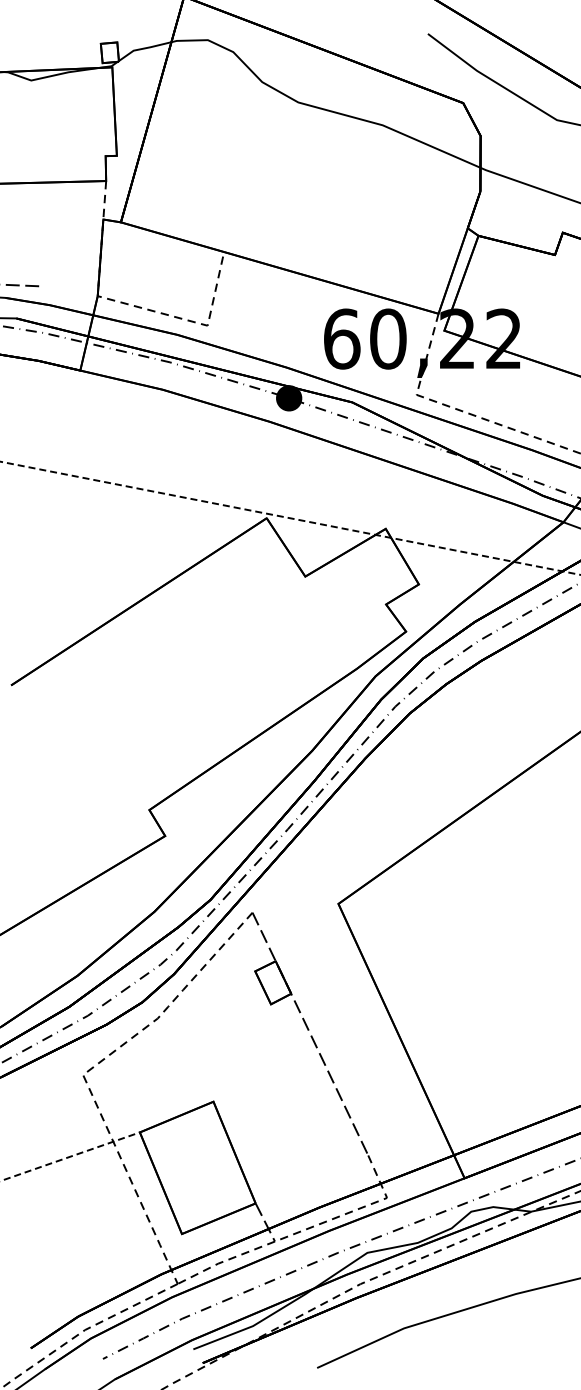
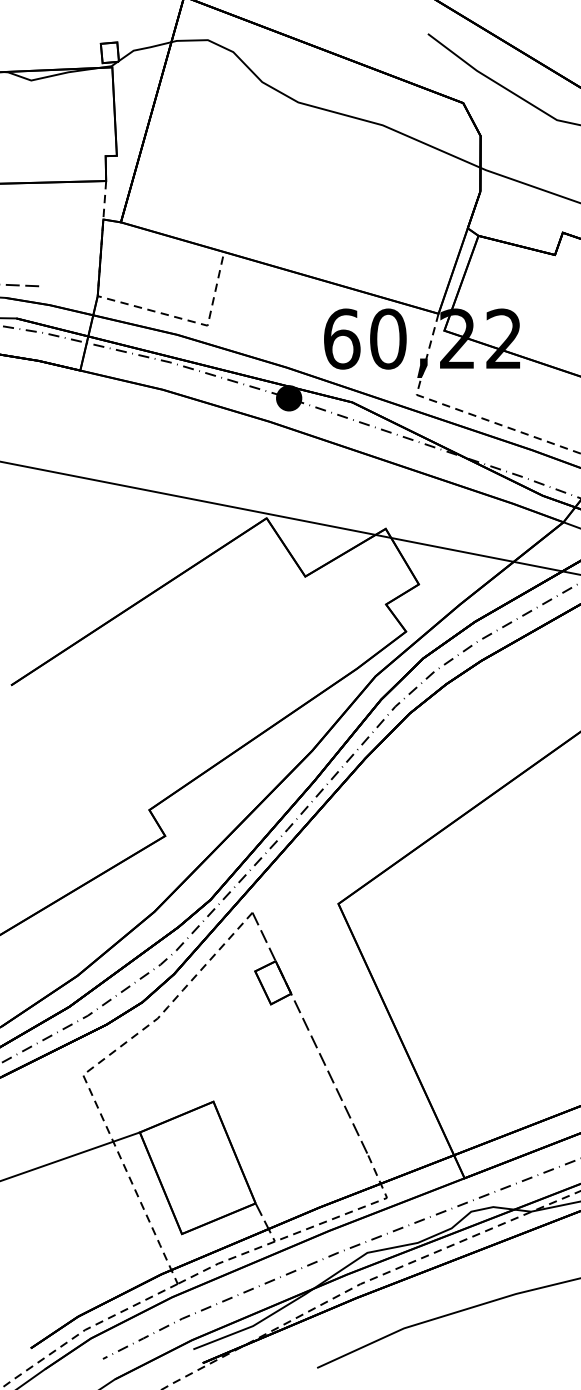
line at (290, 518): dashed -> solid
line at (70, 1156): dashed -> solid
